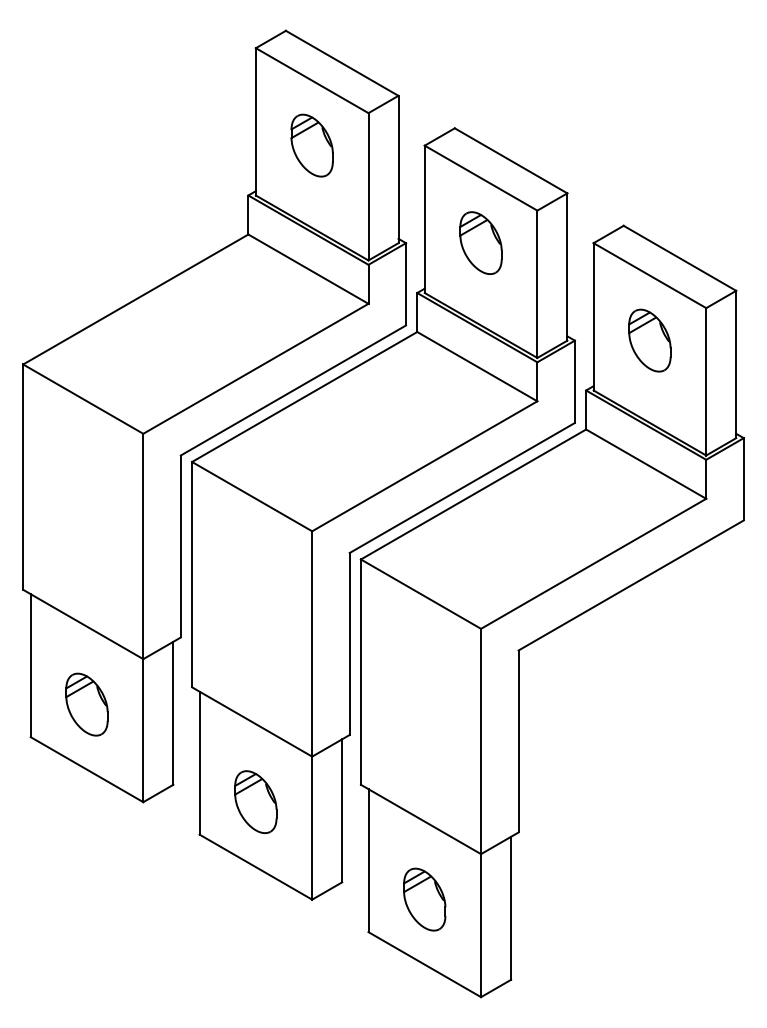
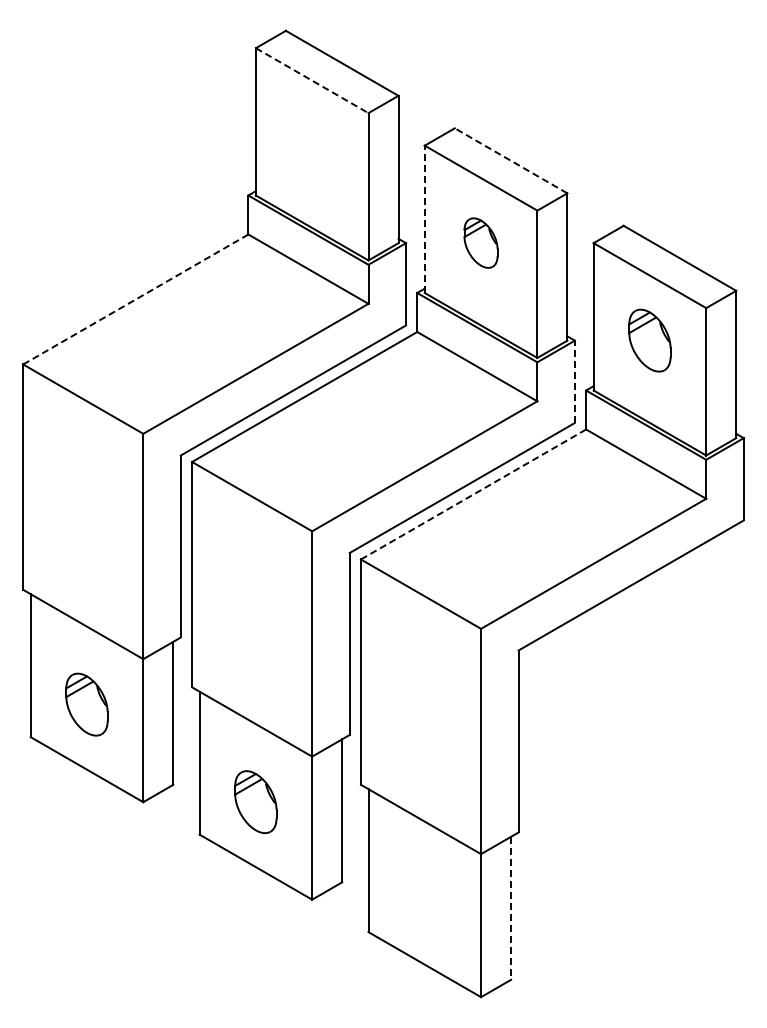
line at (312, 80): solid -> dashed
part at (311, 145): present -> none
line at (511, 160): solid -> dashed
line at (424, 219): solid -> dashed
part at (480, 242) size: 44x64 px -> 36x52 px
line at (135, 299): solid -> dashed
line at (574, 381): solid -> dashed
line at (473, 494): solid -> dashed
part at (424, 899): present -> none
line at (511, 908): solid -> dashed
